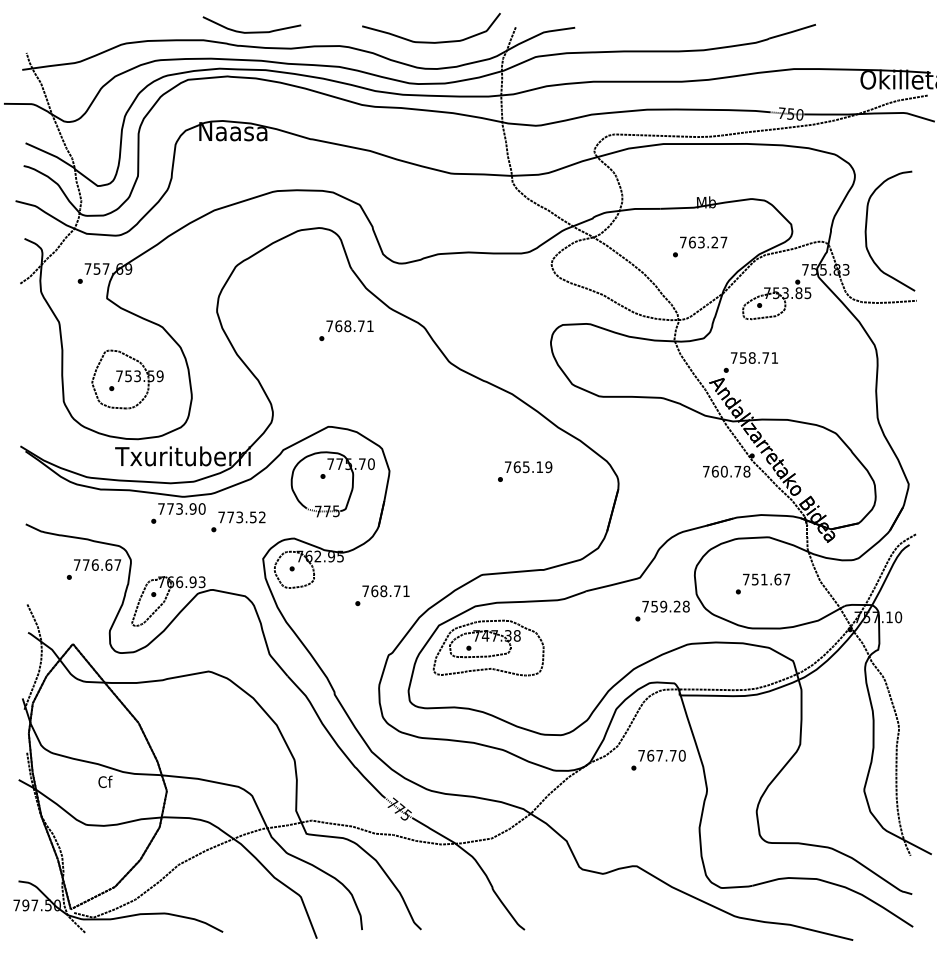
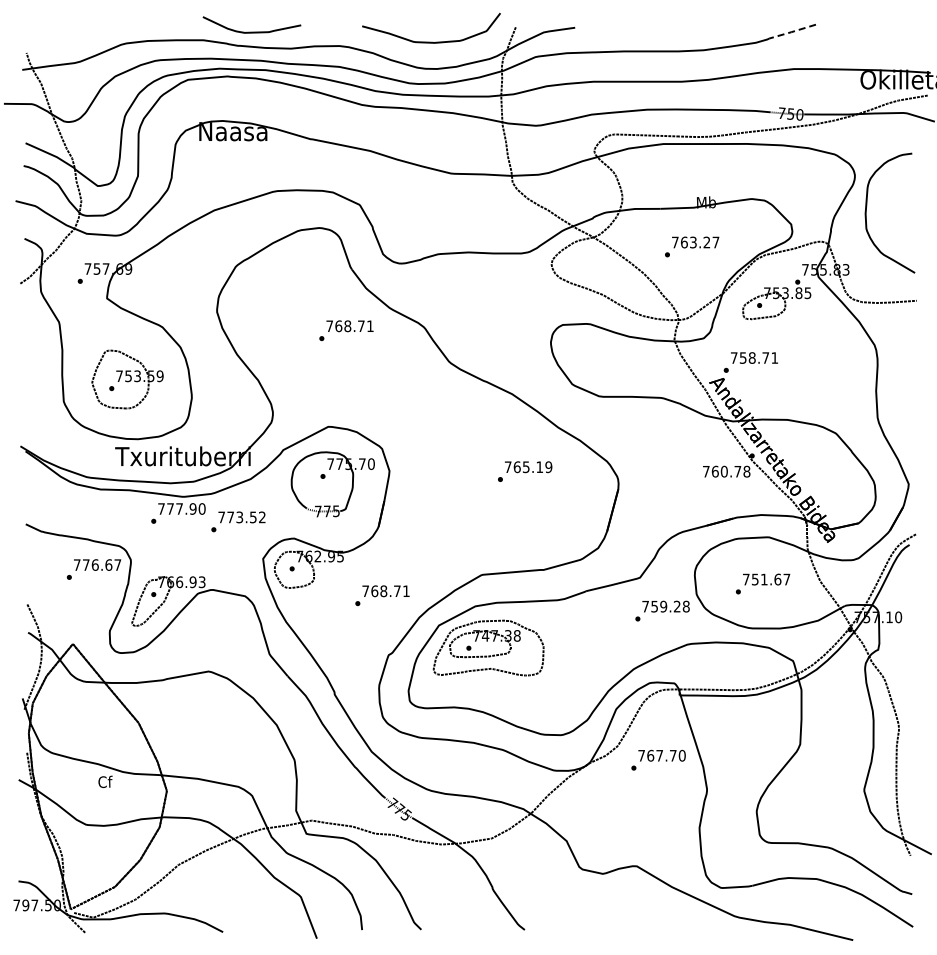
line at (792, 31): solid -> dashed
curve at (867, 224) position: (867, 224) -> (867, 206)
text at (700, 246) position: (700, 246) -> (692, 246)
text at (179, 508): 773.90 -> 777.90
